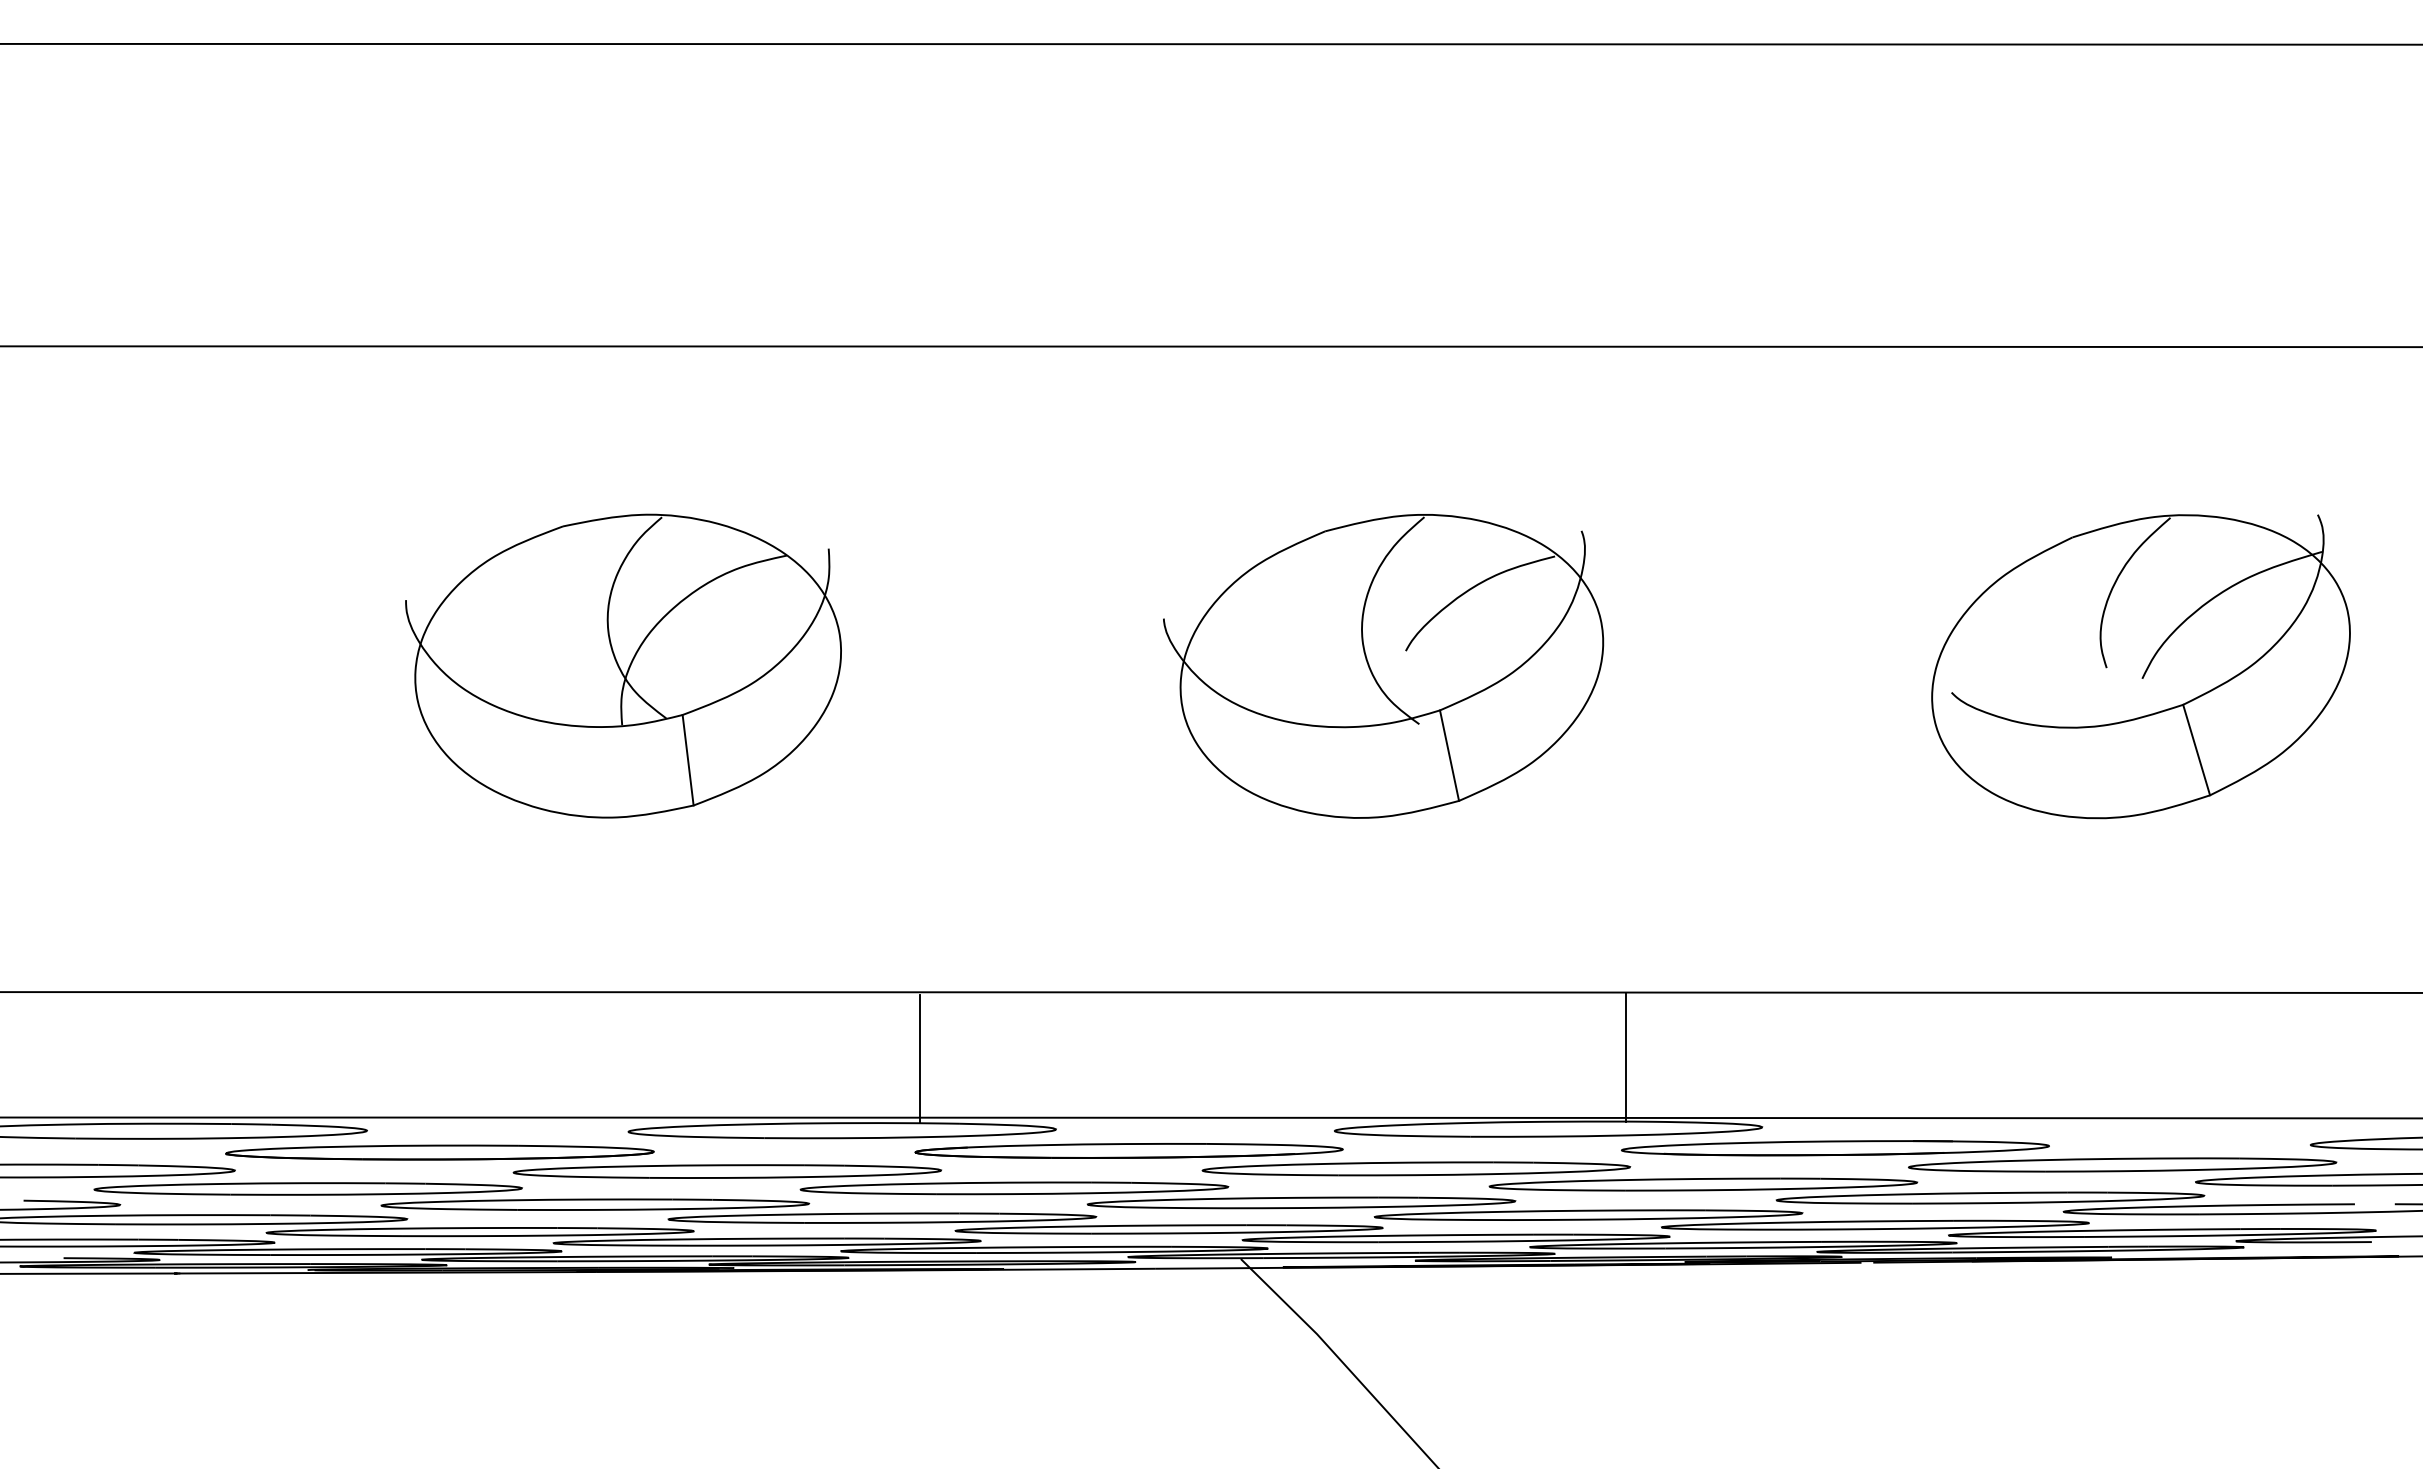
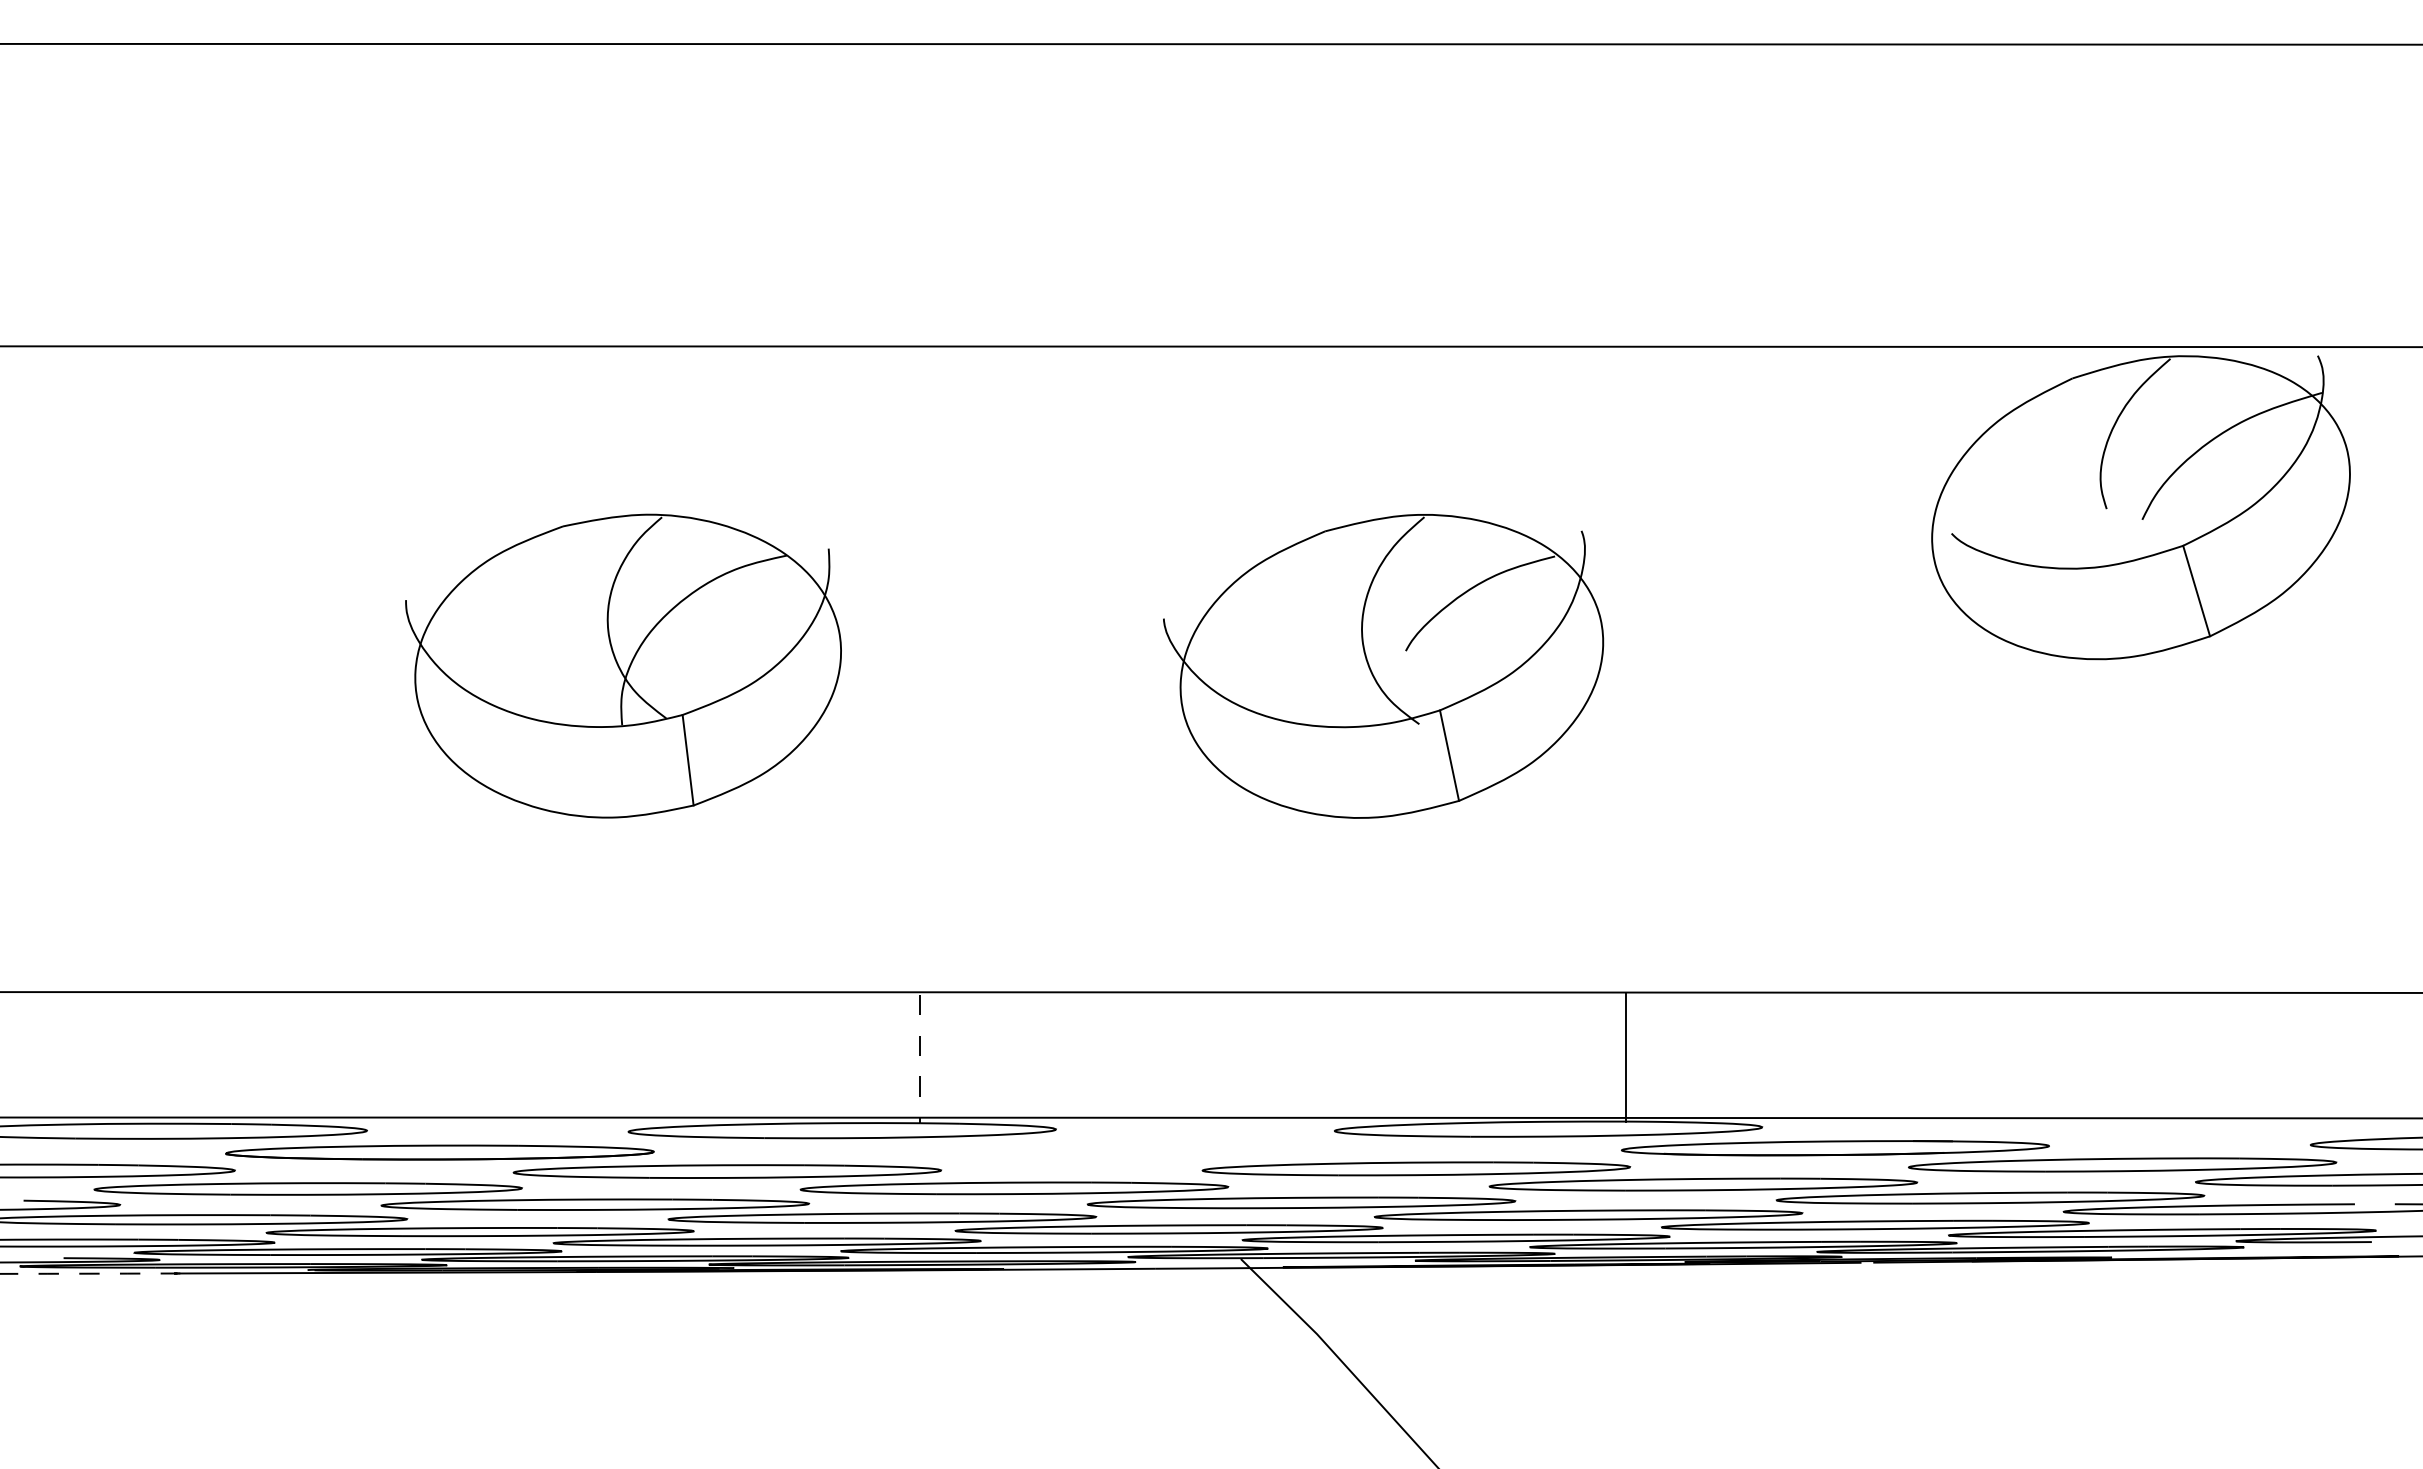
part at (2140, 666) position: (2140, 666) -> (2140, 507)
line at (920, 1059): solid -> dashed
part at (1128, 1150): present -> none
arc at (90, 1273): solid -> dashed
